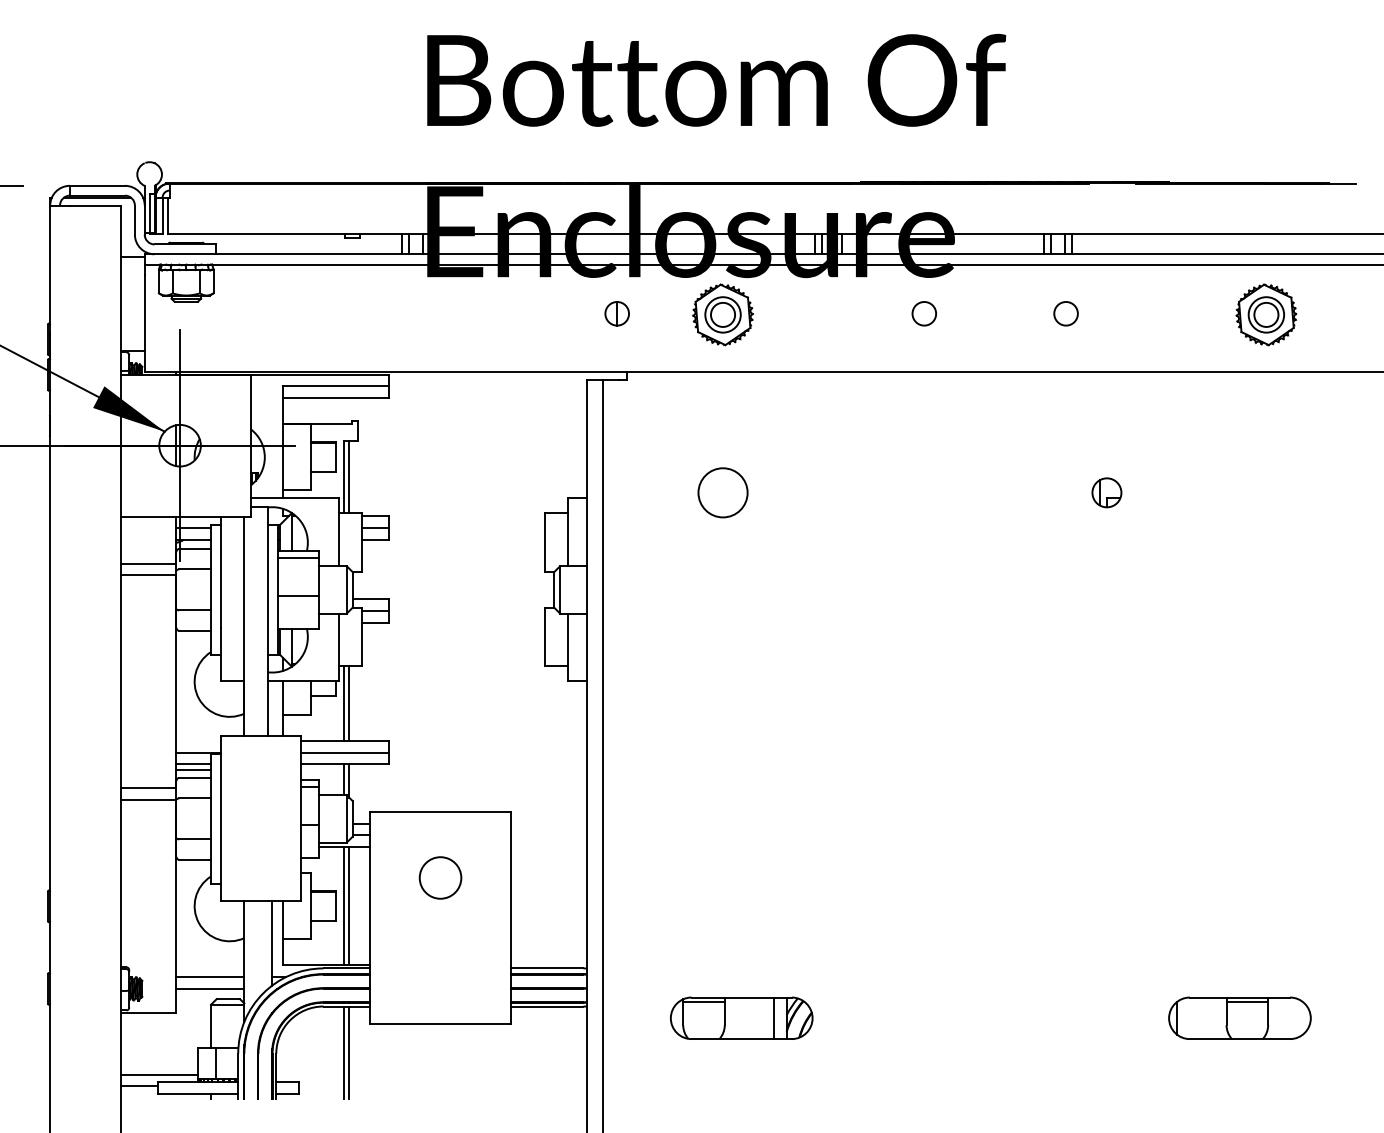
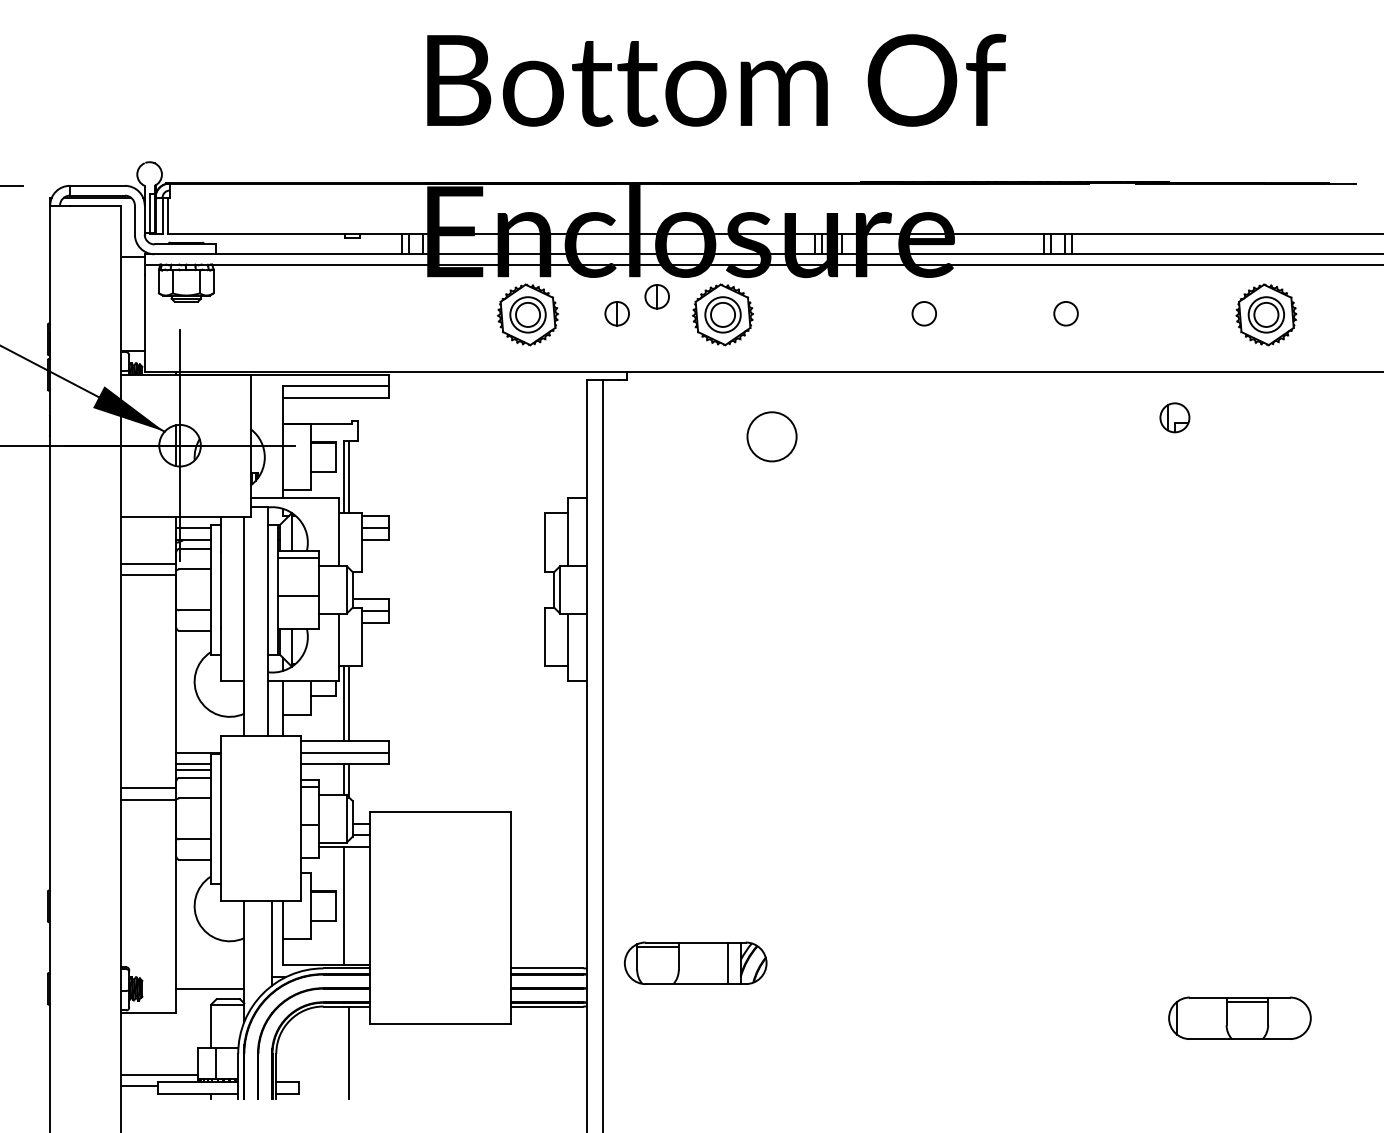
part at (656, 296): none -> present
part at (527, 314): none -> present
circle at (722, 492) position: (722, 492) -> (771, 436)
part at (1106, 492) position: (1106, 492) -> (1174, 417)
circle at (440, 877): present -> none
line at (349, 906): present -> none
line at (210, 977): present -> none
part at (741, 1017) position: (741, 1017) -> (695, 962)
line at (343, 1052): present -> none
